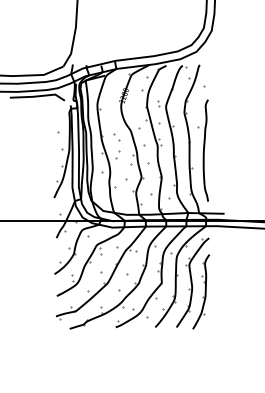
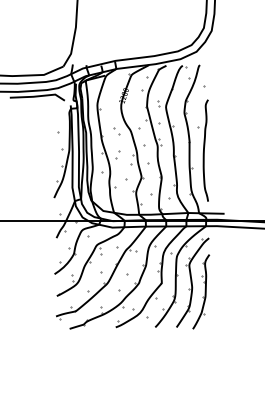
part at (116, 137) position: (116, 137) -> (116, 131)
